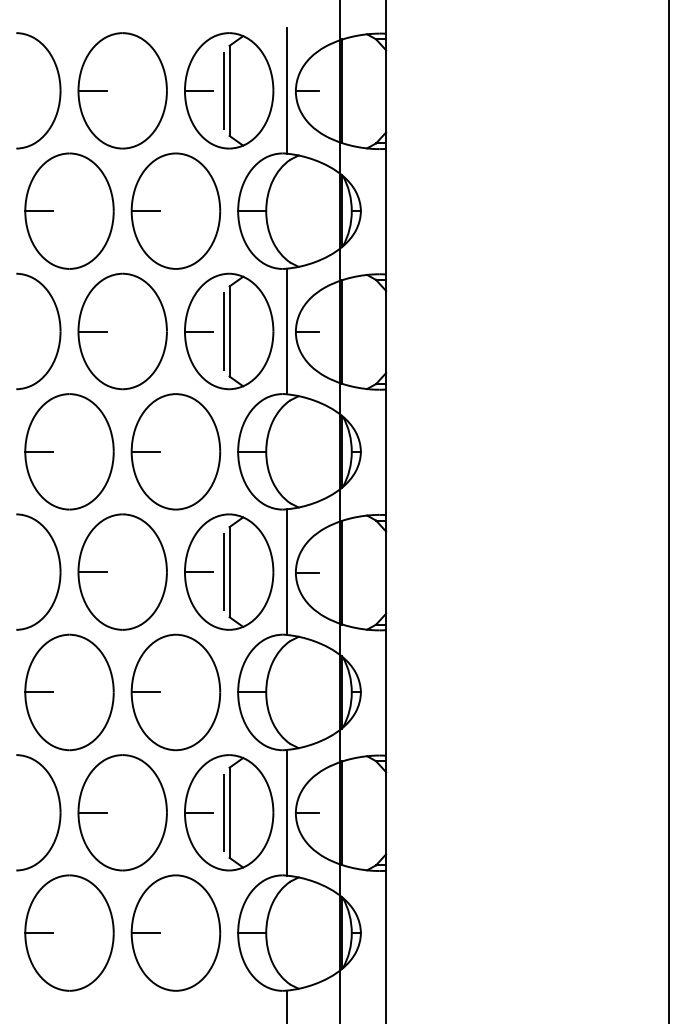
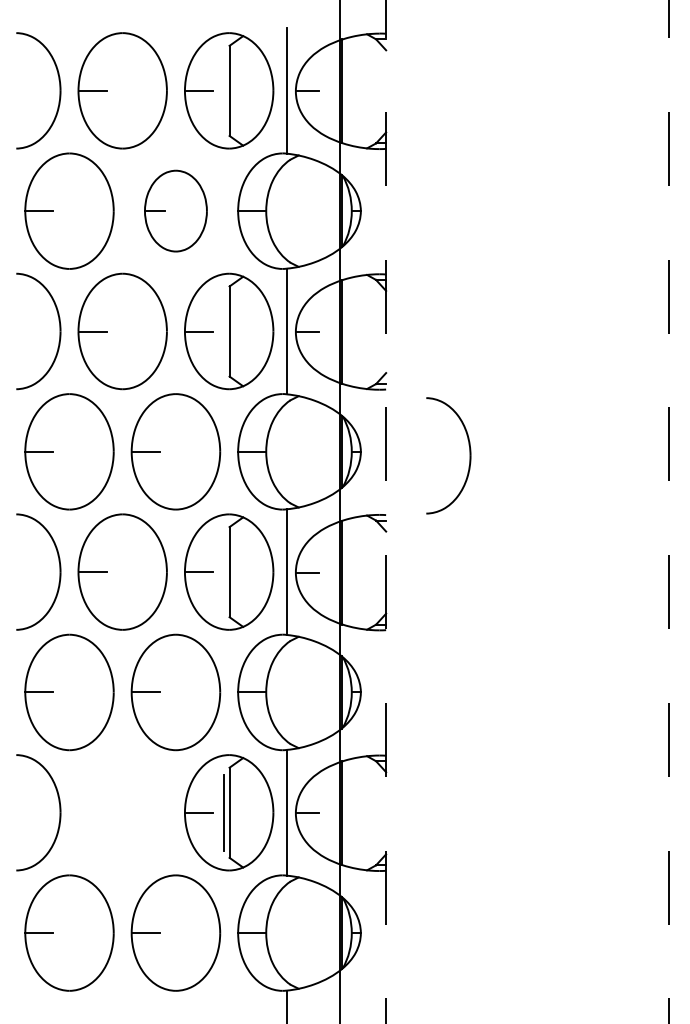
line at (223, 90): present -> none
part at (175, 210) size: 92x118 px -> 64x84 px
line at (223, 331): present -> none
part at (469, 455): none -> present
line at (386, 511): solid -> dashed
line at (669, 511): solid -> dashed
line at (223, 572): present -> none
part at (122, 812): present -> none
